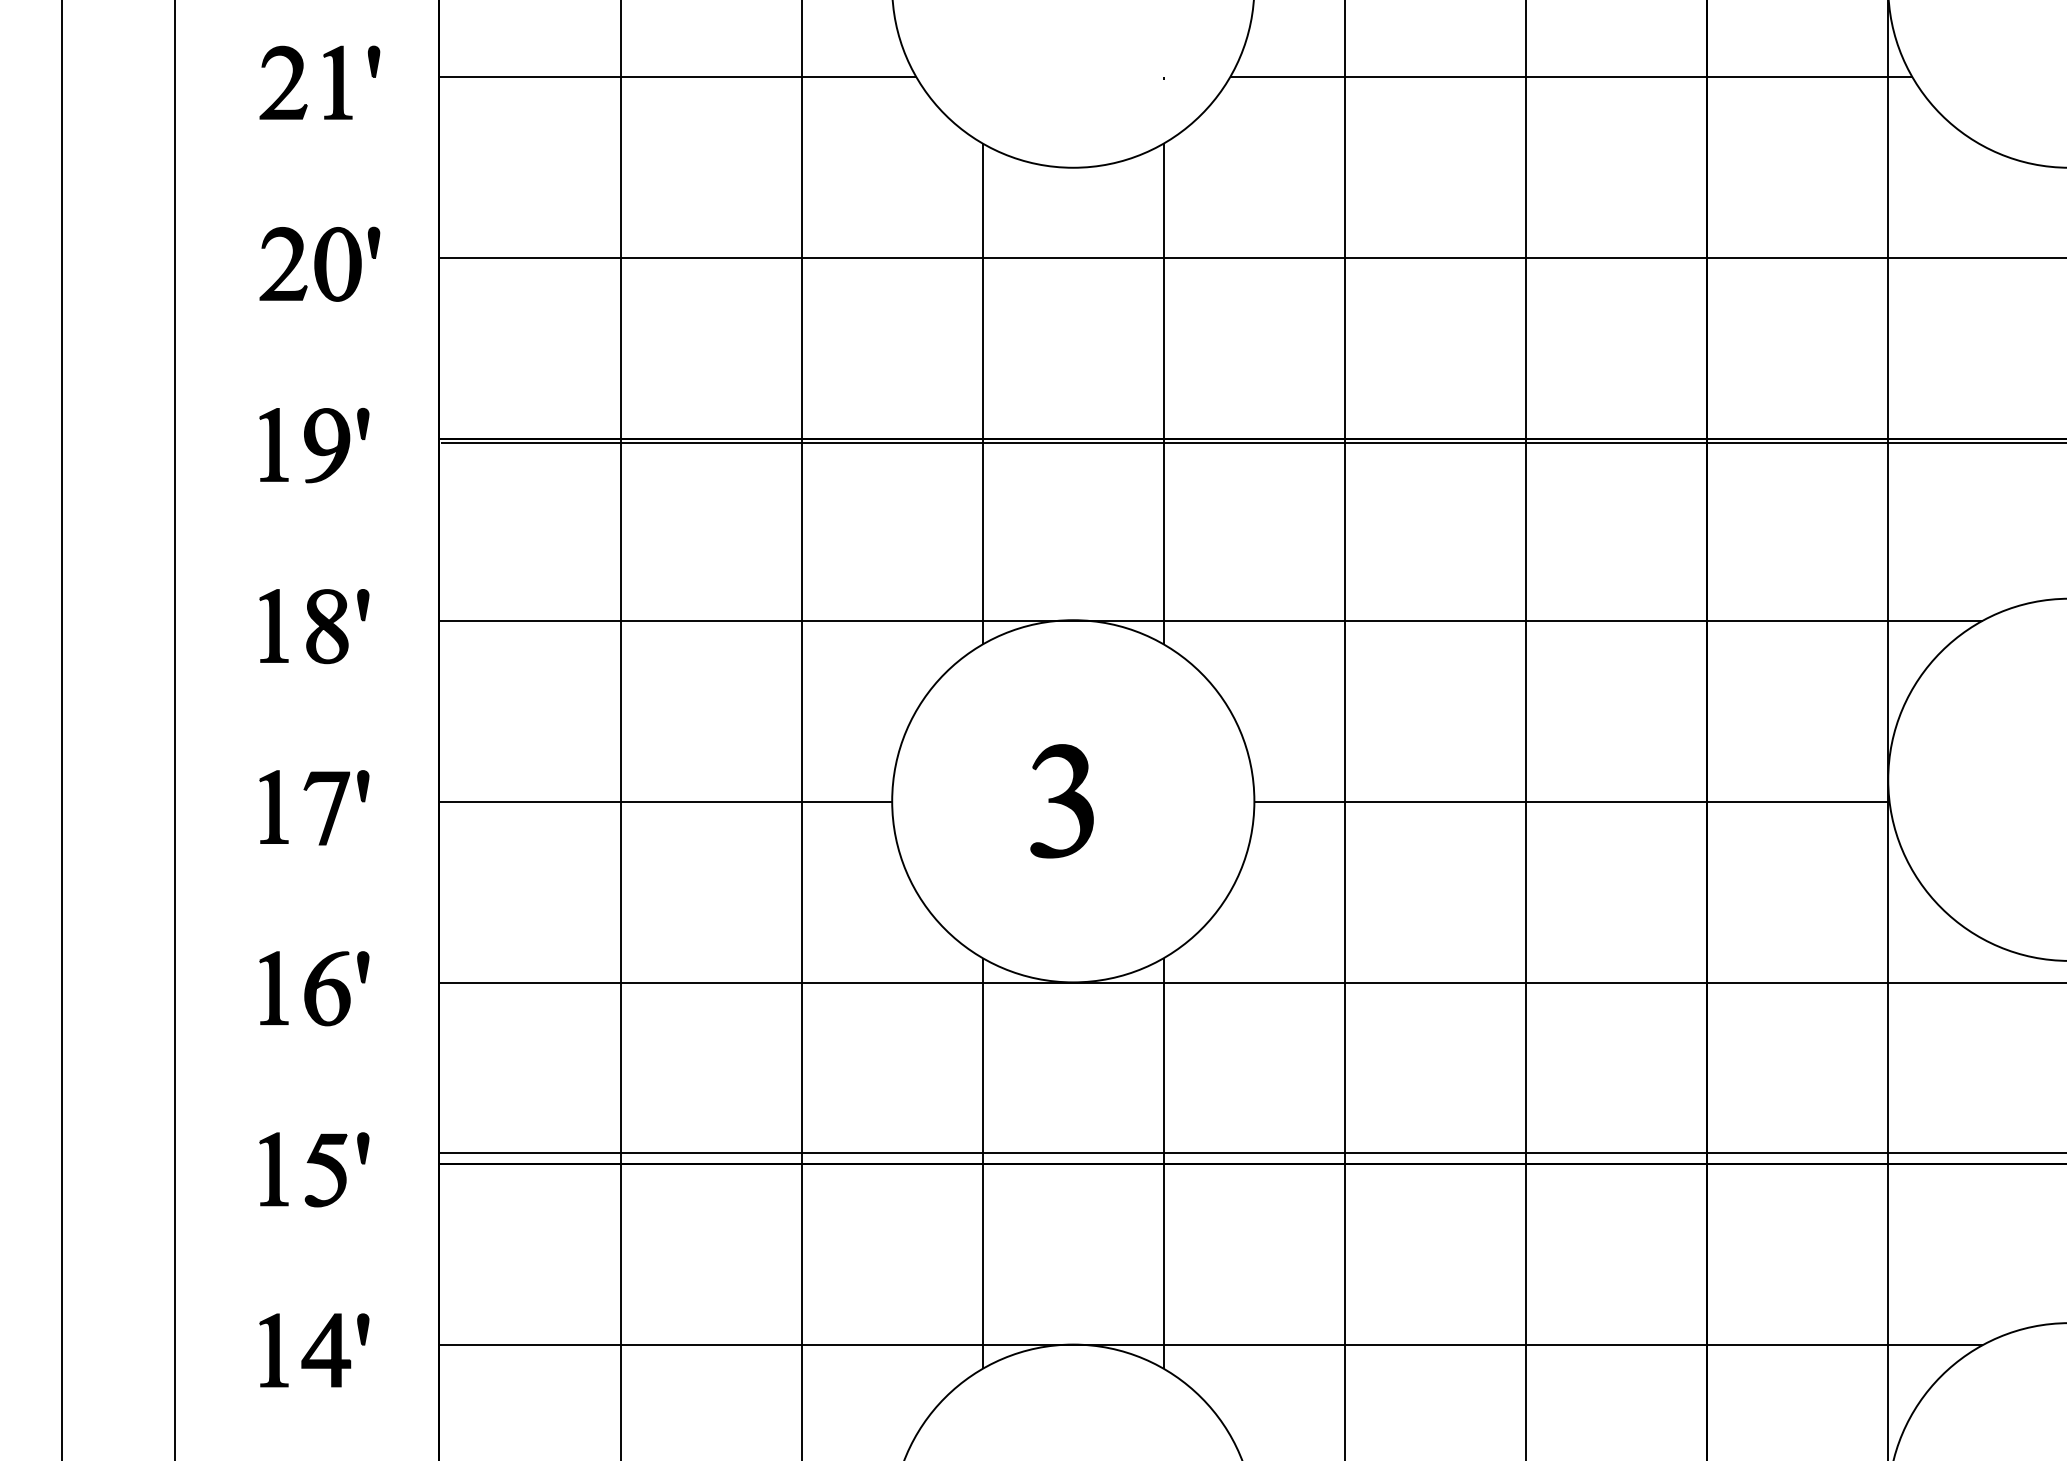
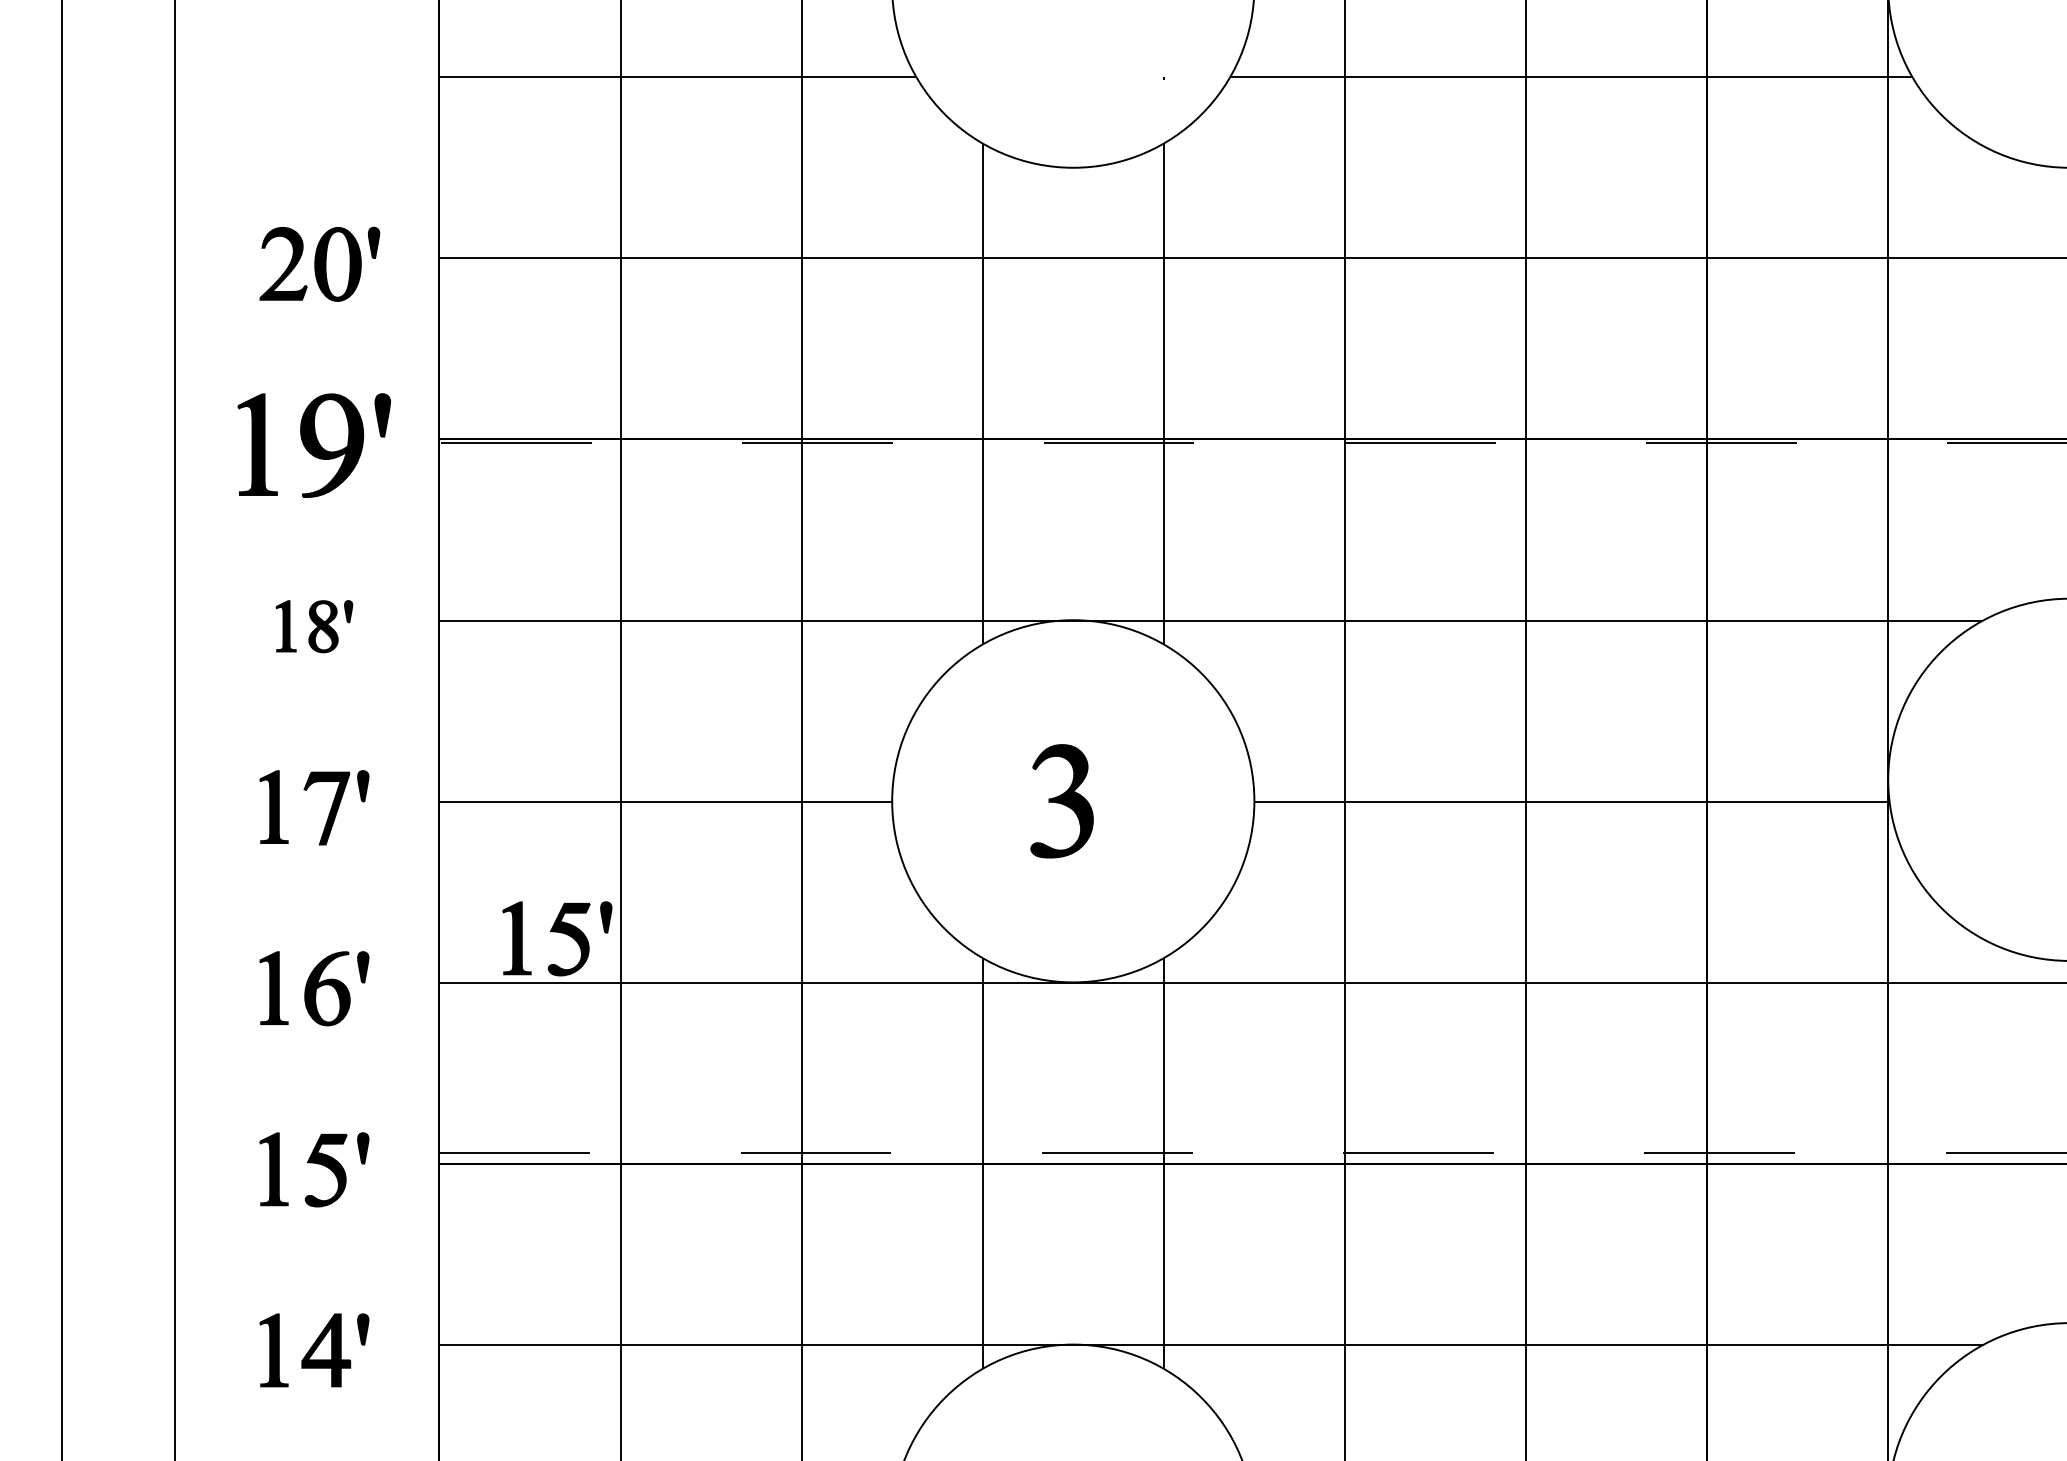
part at (333, 82): present -> none
line at (1254, 443): solid -> dashed
part at (314, 445) size: 111x77 px -> 154x105 px
part at (314, 626) size: 111x76 px -> 79x54 px
part at (557, 938): none -> present
line at (1253, 1153): solid -> dashed
